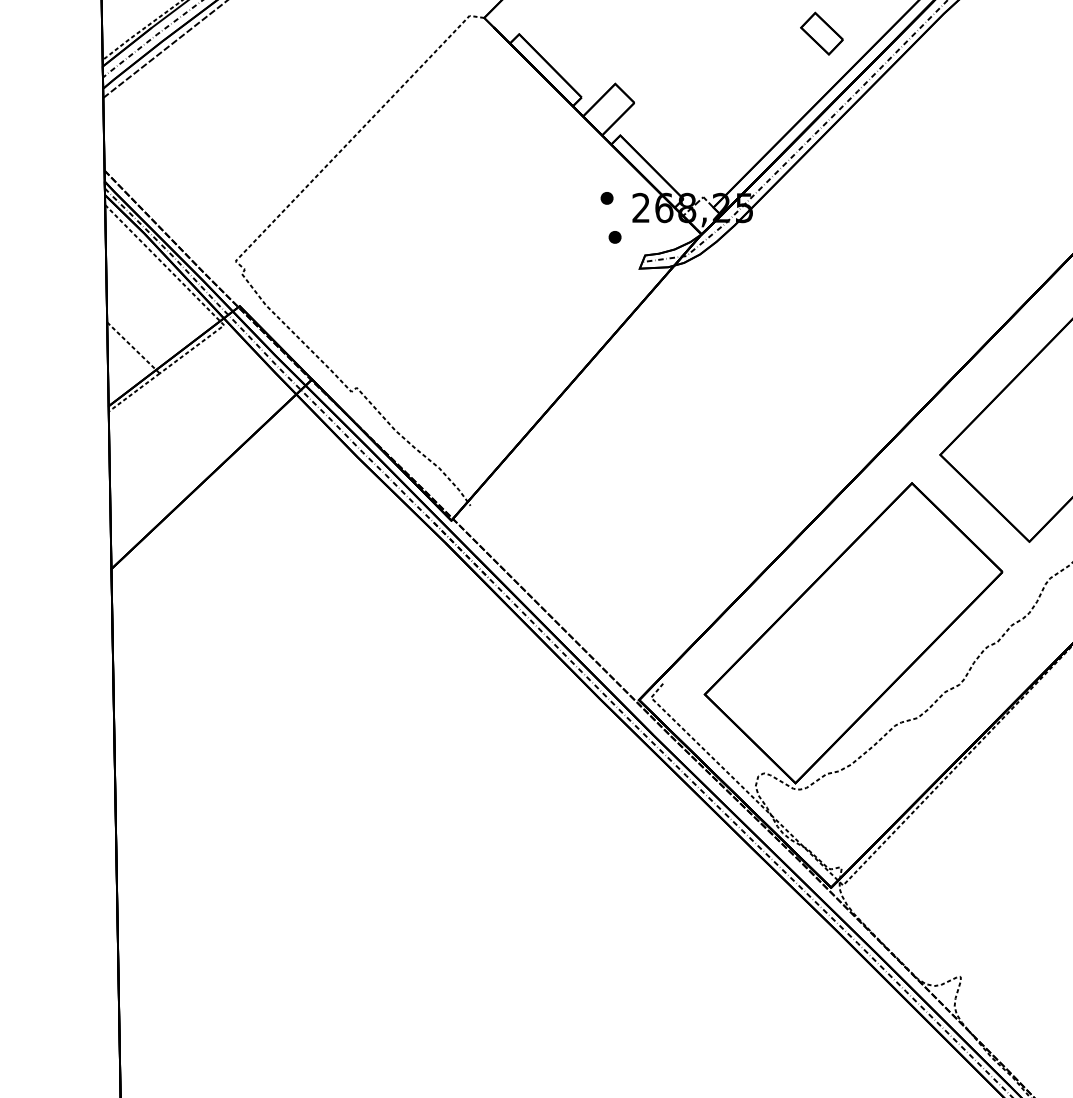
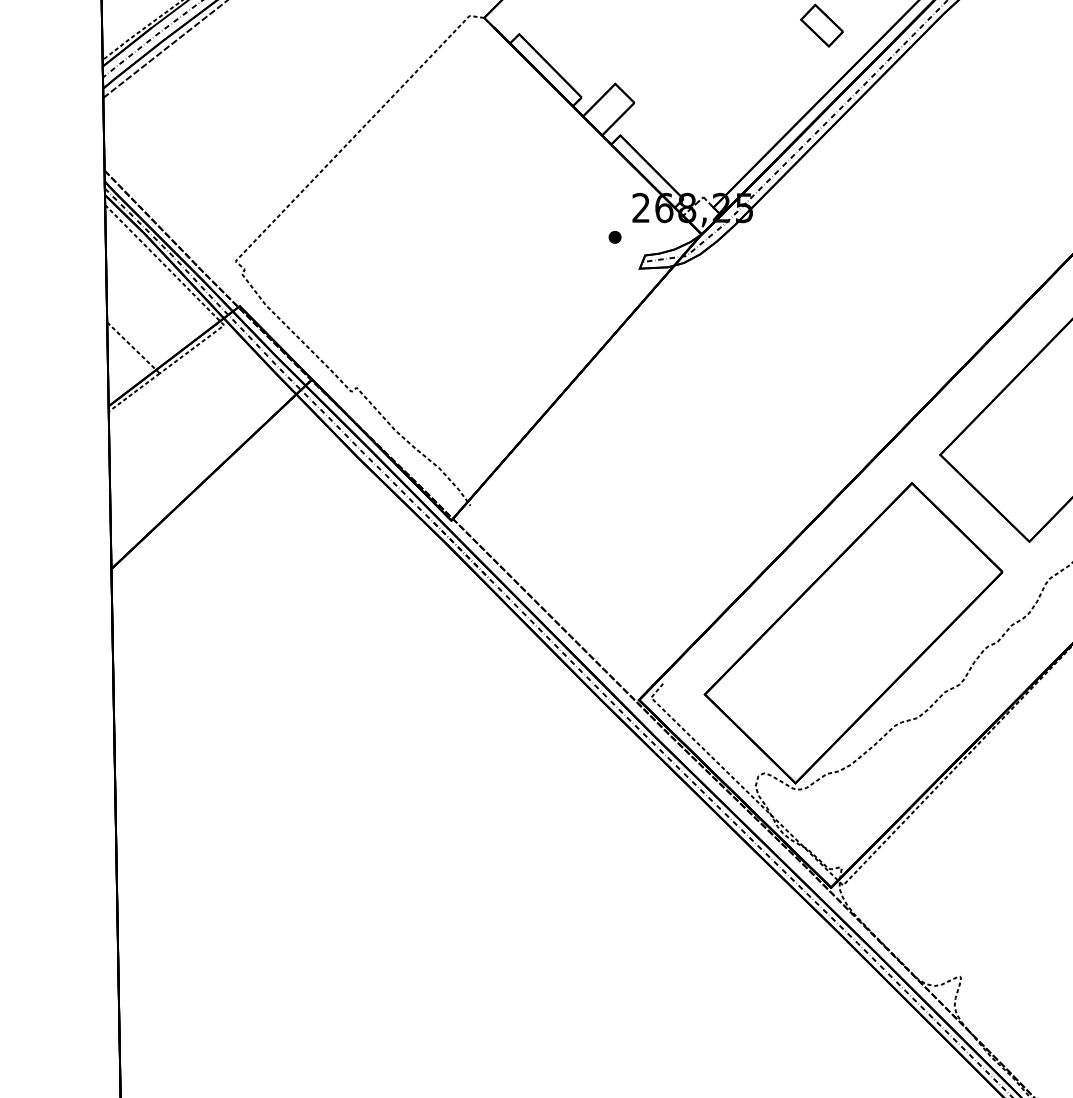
part at (821, 33) position: (821, 33) -> (821, 25)
part at (606, 198): present -> none
